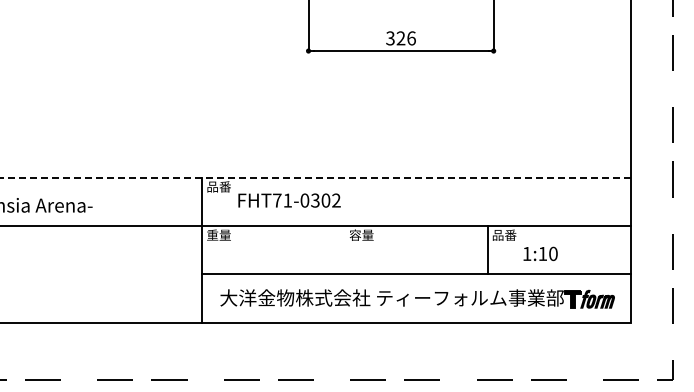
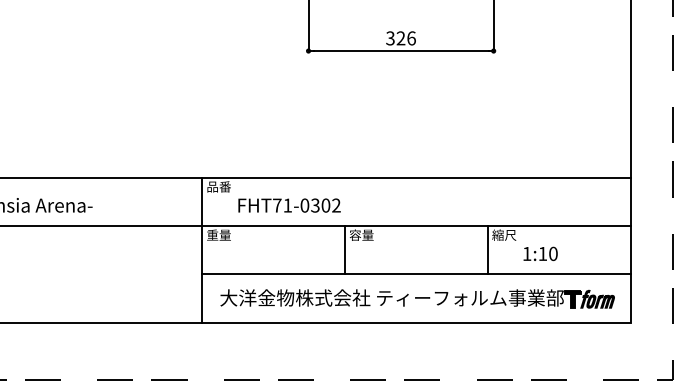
line at (315, 177): dashed -> solid
text at (289, 200) position: (289, 200) -> (289, 205)
text at (504, 234): 品番 -> 縮尺
line at (345, 249): none -> present
